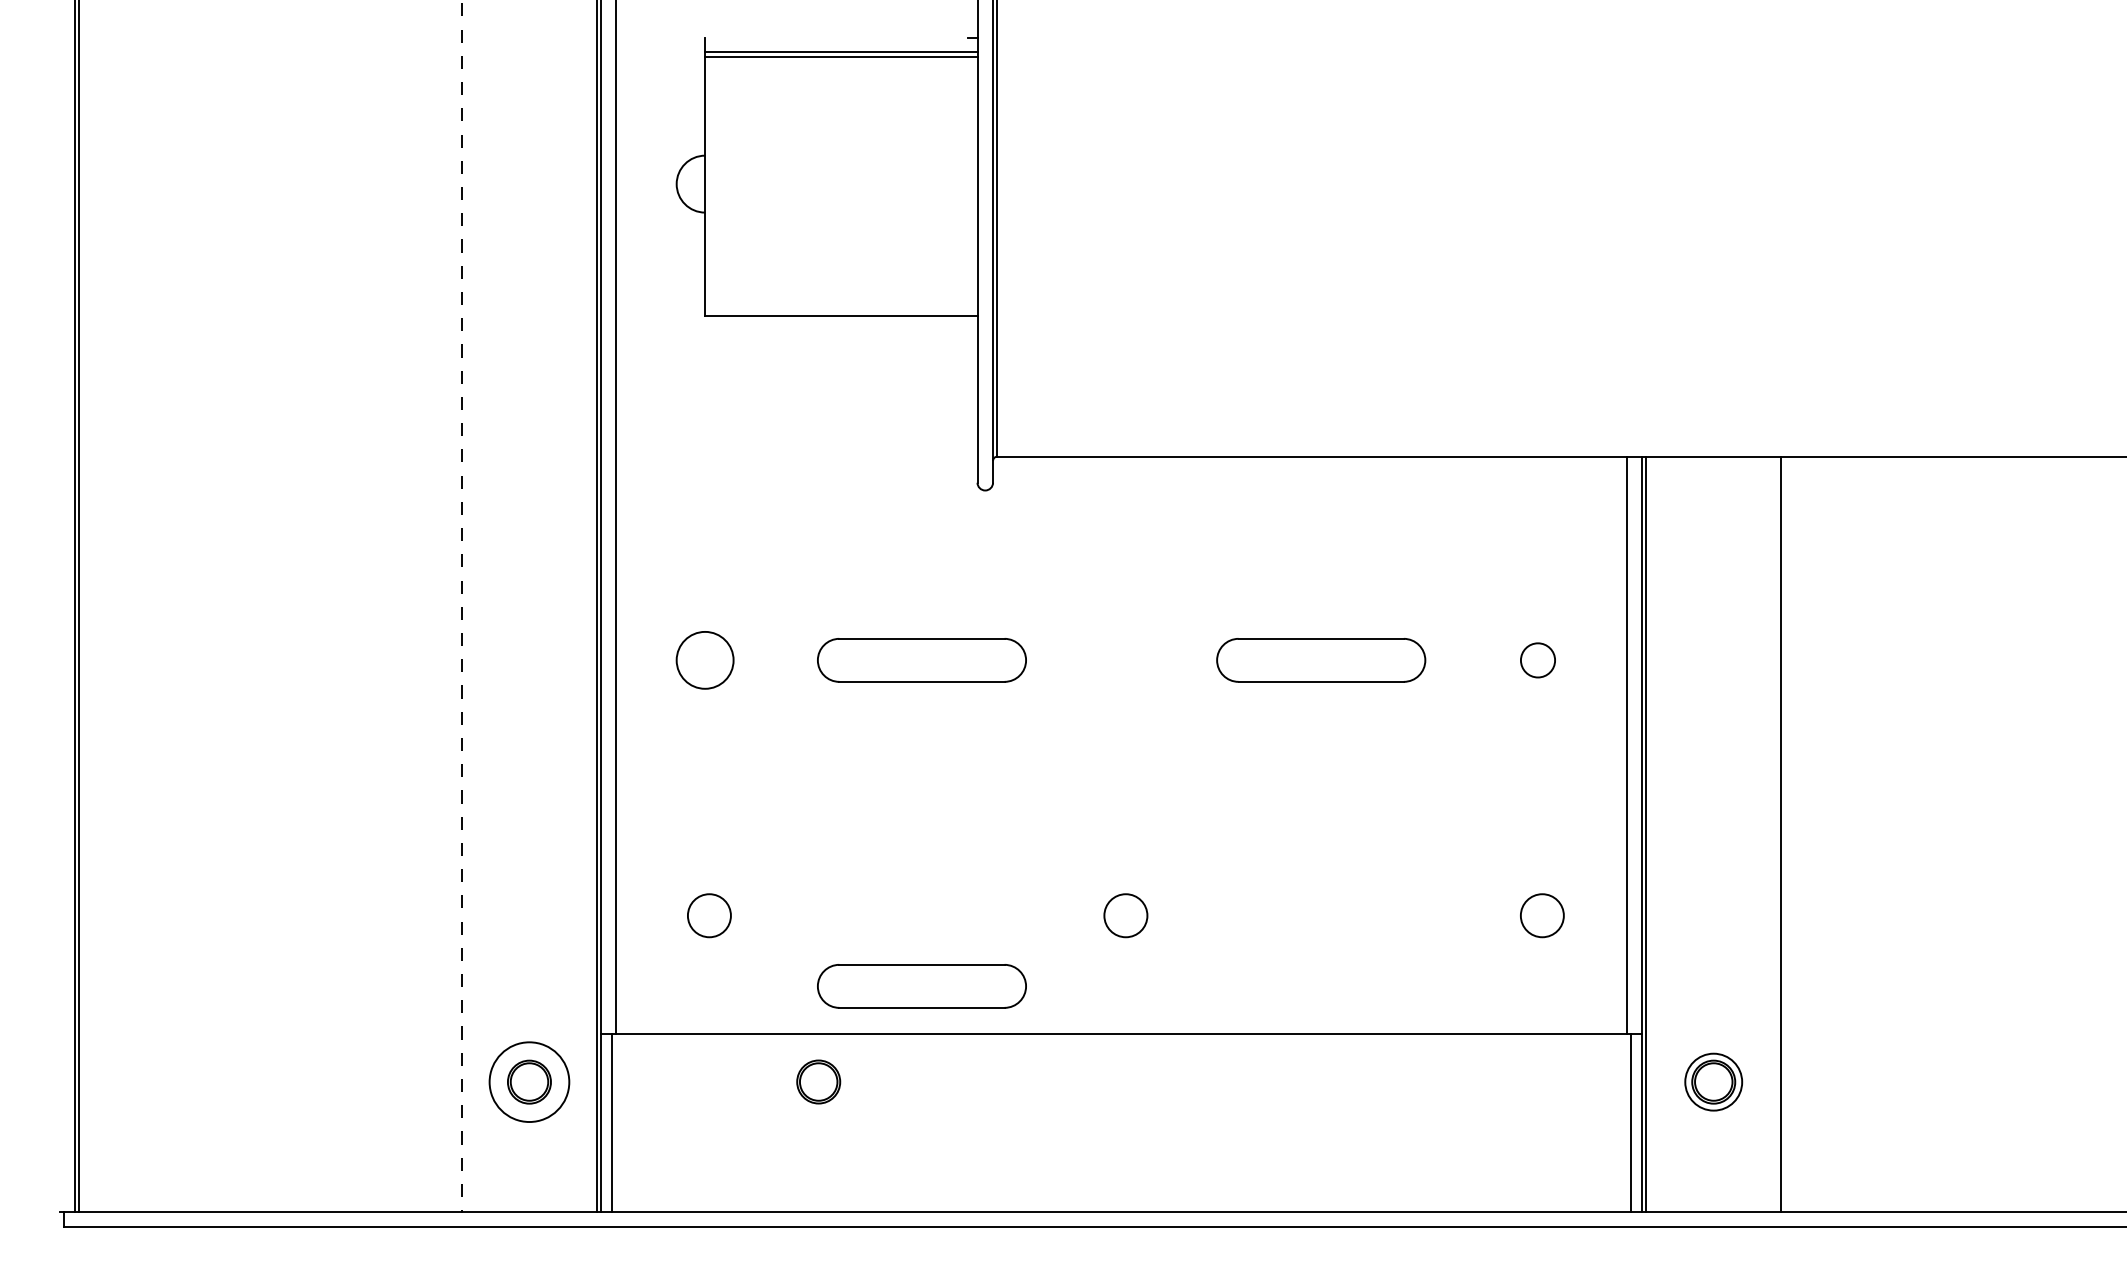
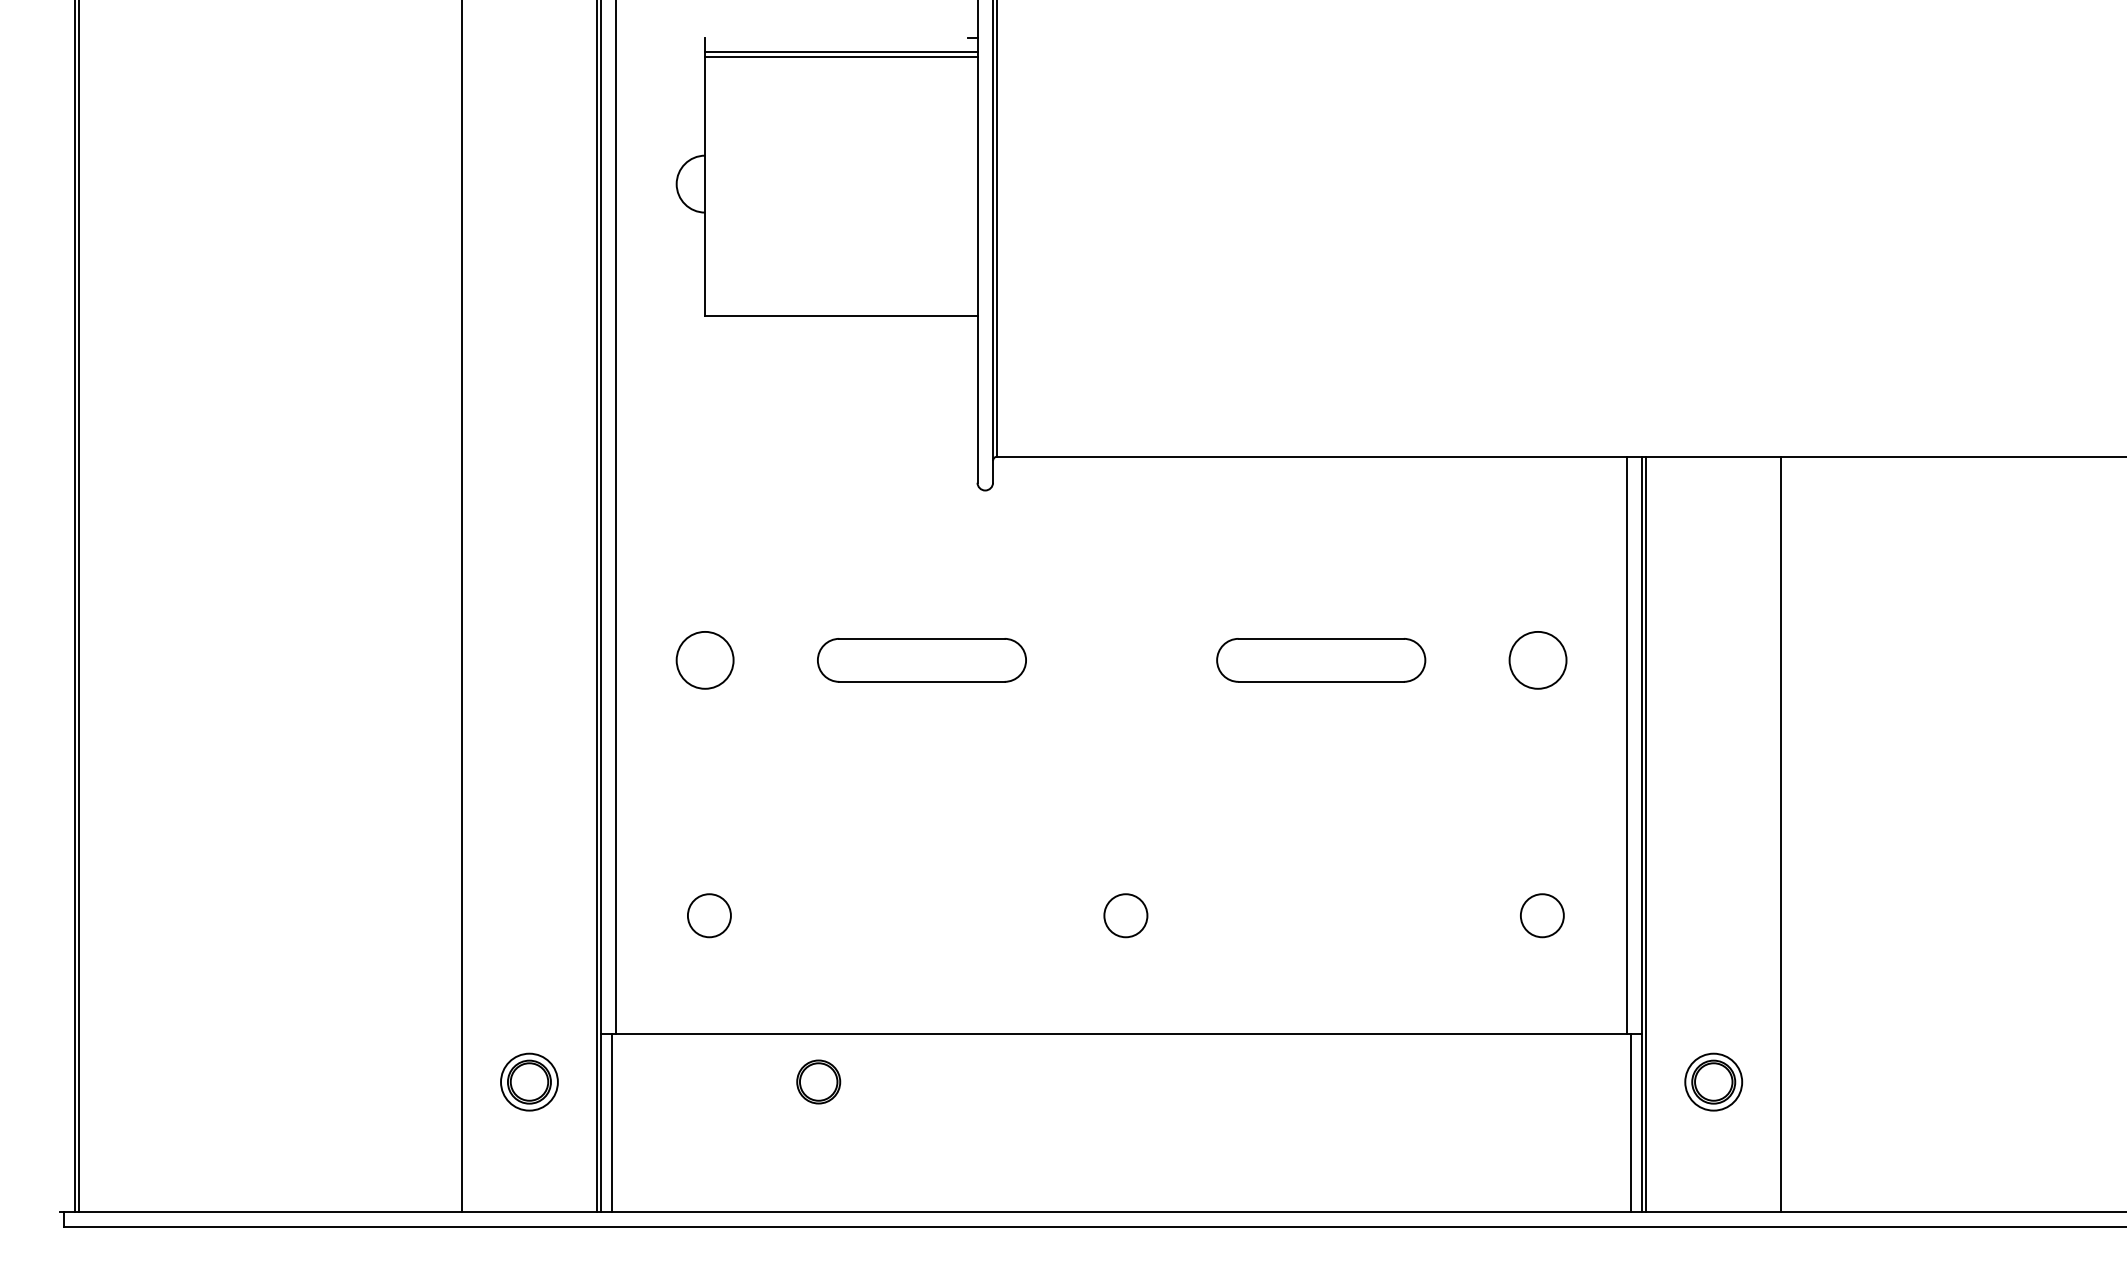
line at (462, 606): dashed -> solid
circle at (1537, 660) size: 36x37 px -> 60x59 px
part at (921, 986): present -> none
circle at (529, 1082) diameter: 80 px -> 57 px
